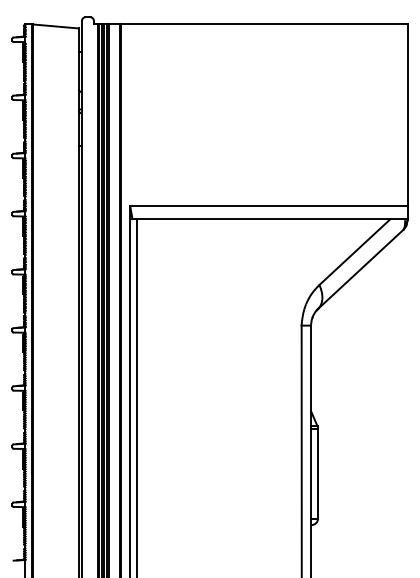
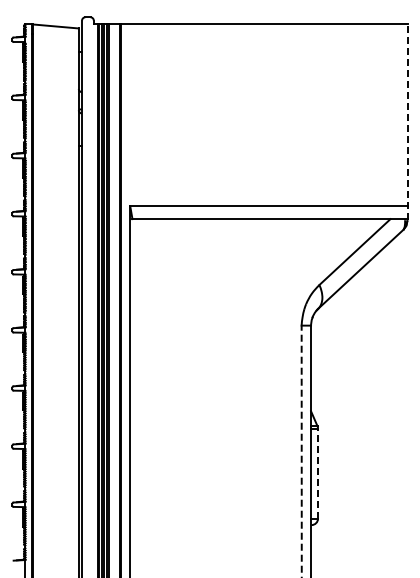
line at (407, 121): solid -> dashed
line at (136, 396): present -> none
line at (301, 451): solid -> dashed
line at (318, 473): solid -> dashed
